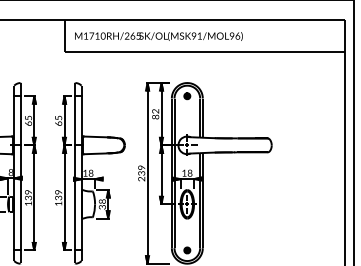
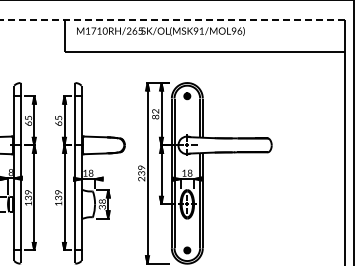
line at (172, 20): solid -> dashed
text at (158, 36) position: (158, 36) -> (160, 31)
